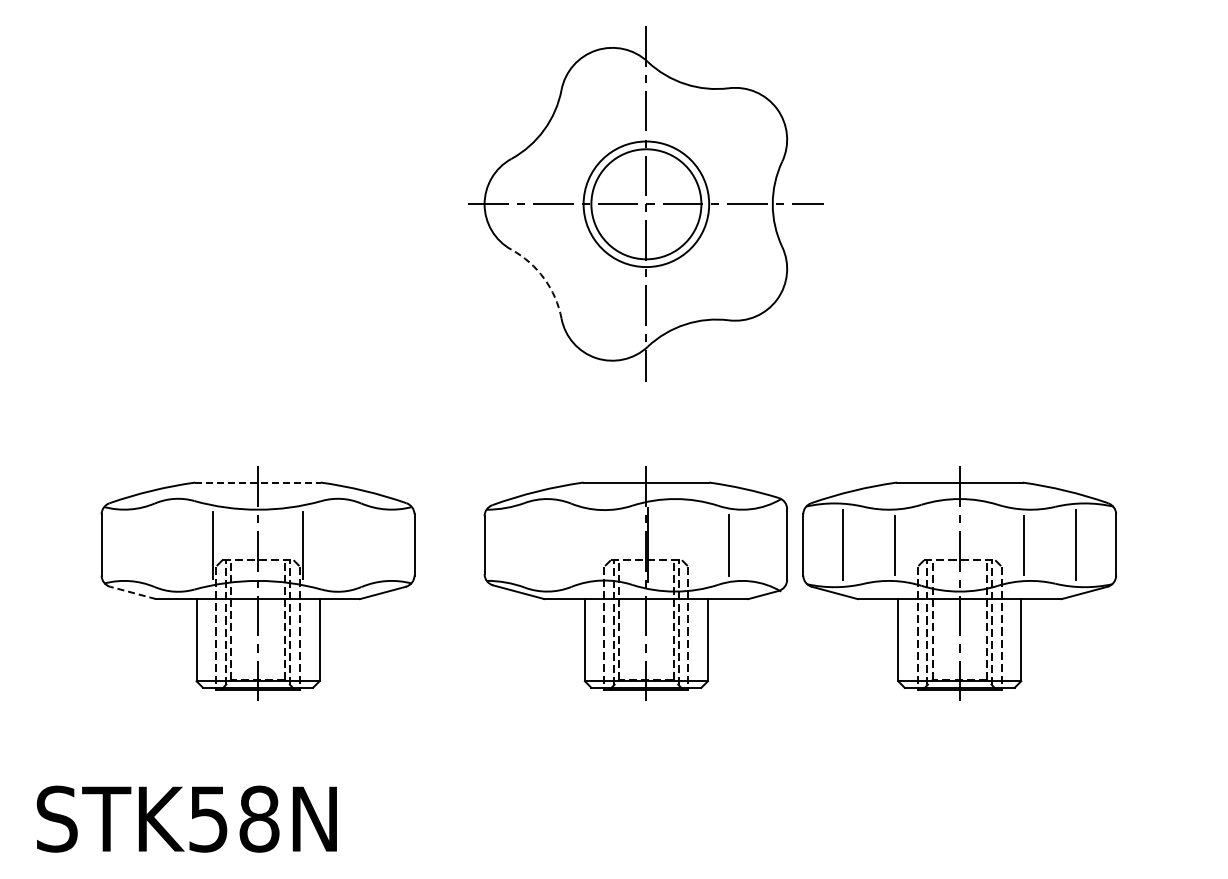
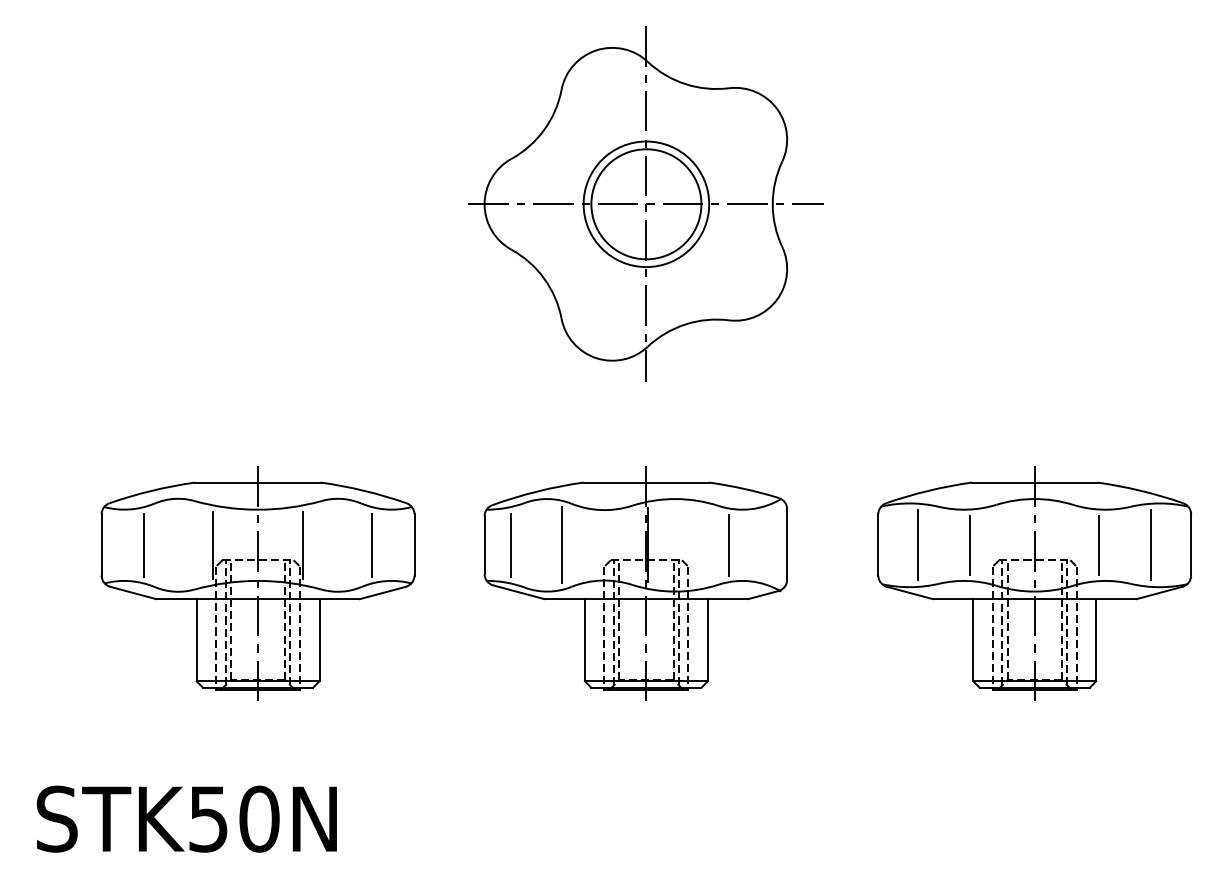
arc at (544, 278): dashed -> solid
line at (258, 482): dashed -> solid
line at (143, 544): none -> present
line at (372, 544): none -> present
line at (511, 545): none -> present
line at (561, 545): none -> present
part at (959, 583) position: (959, 583) -> (1034, 583)
line at (133, 592): dashed -> solid
text at (259, 819): STK58N -> STK50N
